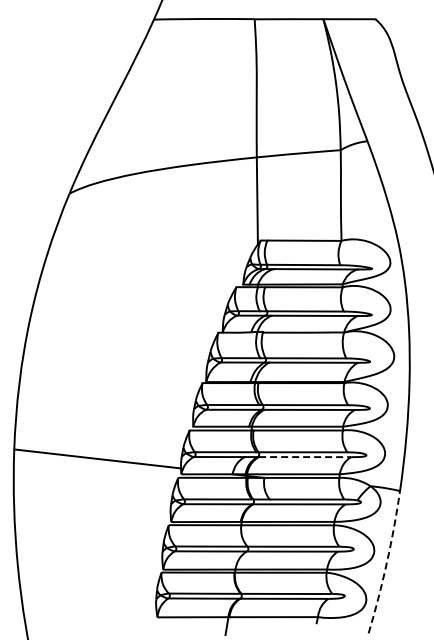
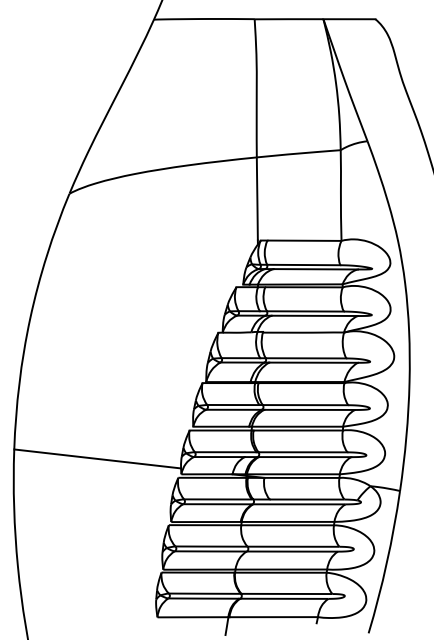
line at (305, 457): dashed -> solid
arc at (386, 562): dashed -> solid
